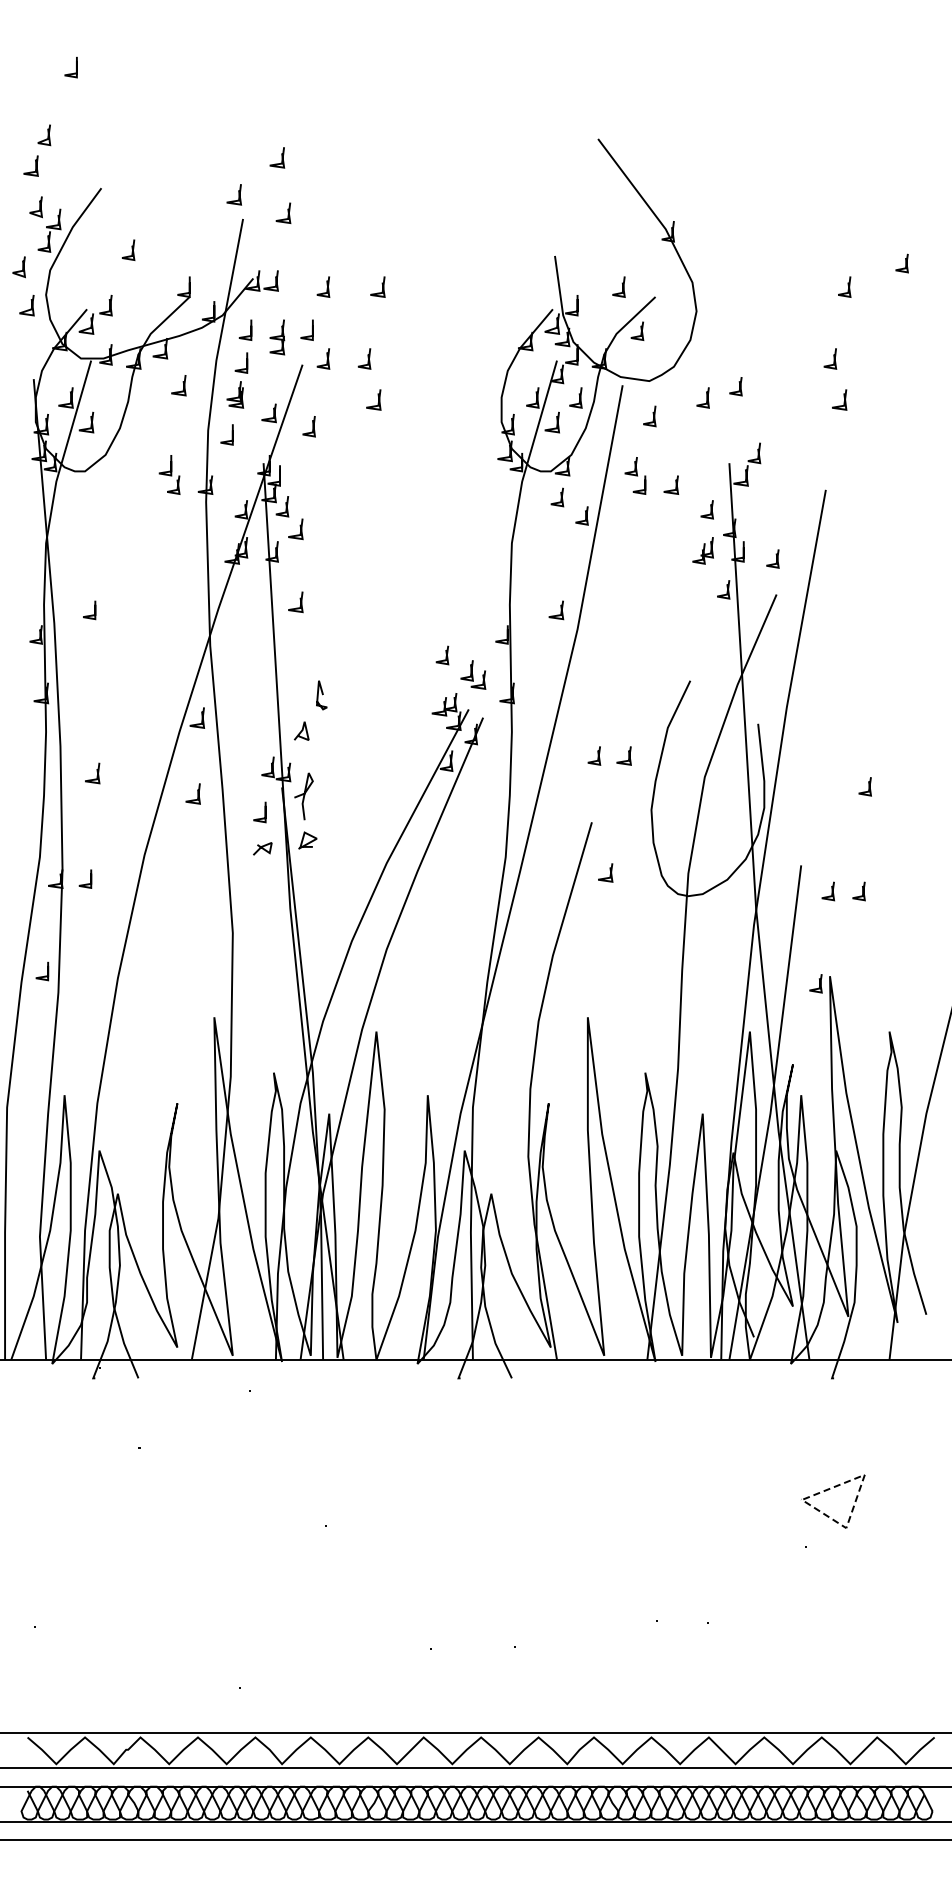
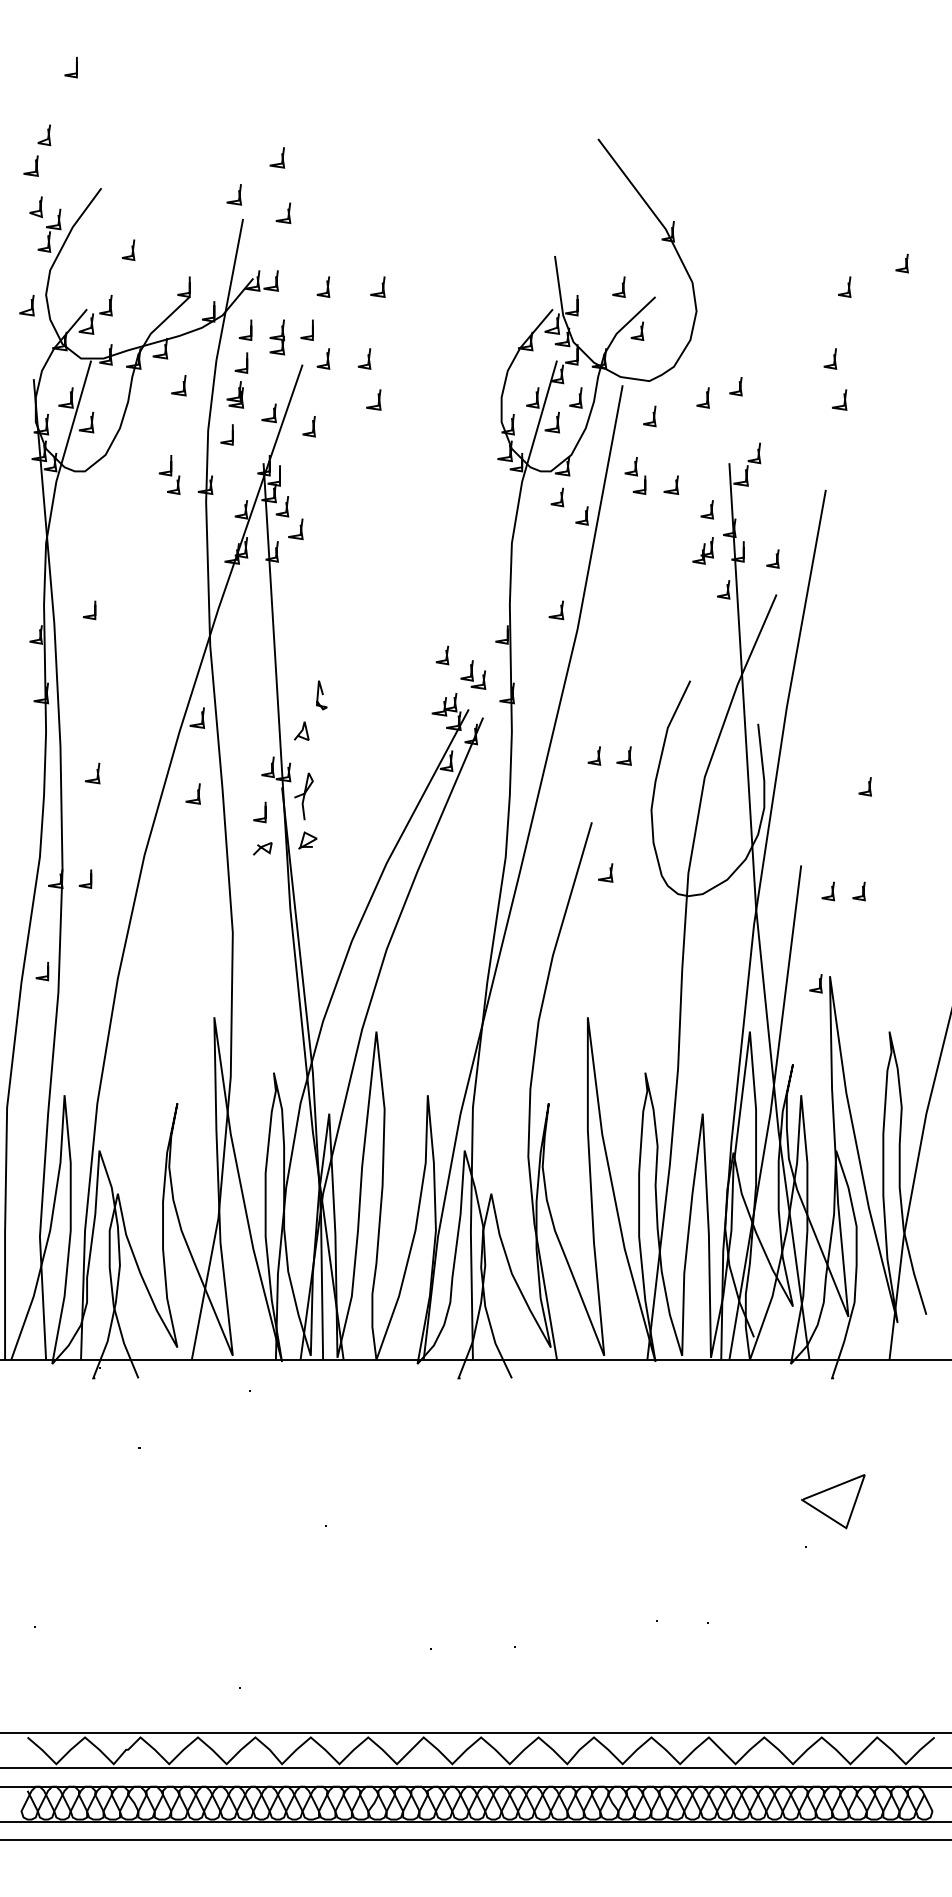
line at (18, 270): present -> none
line at (299, 599): present -> none
line at (857, 1495): dashed -> solid
